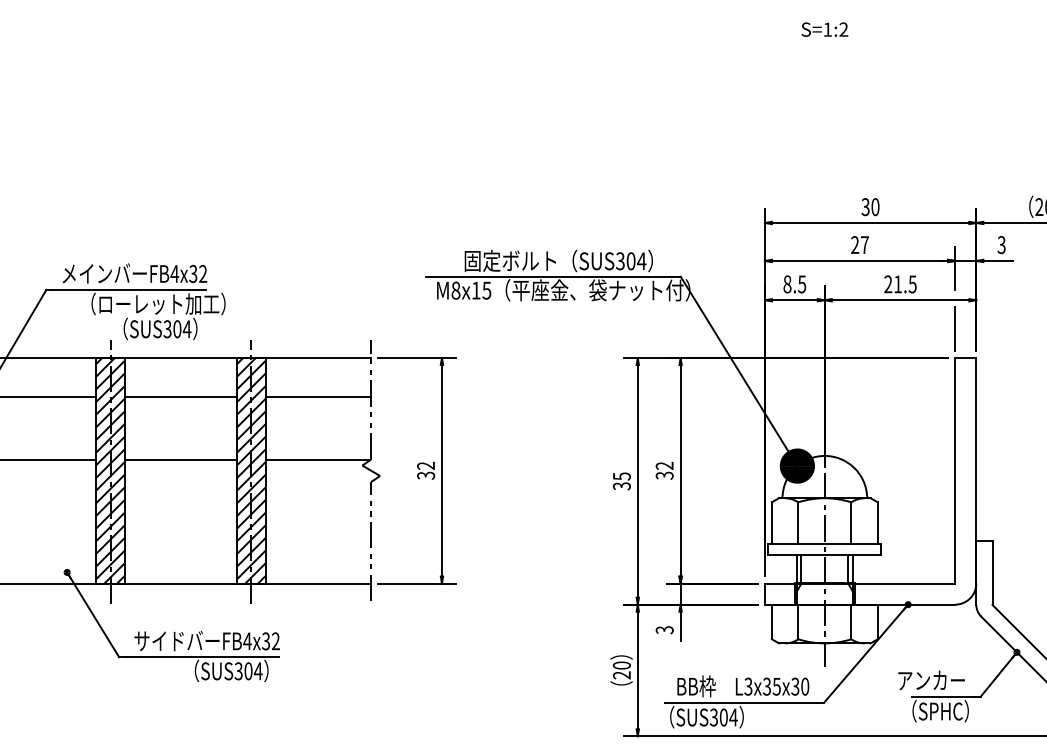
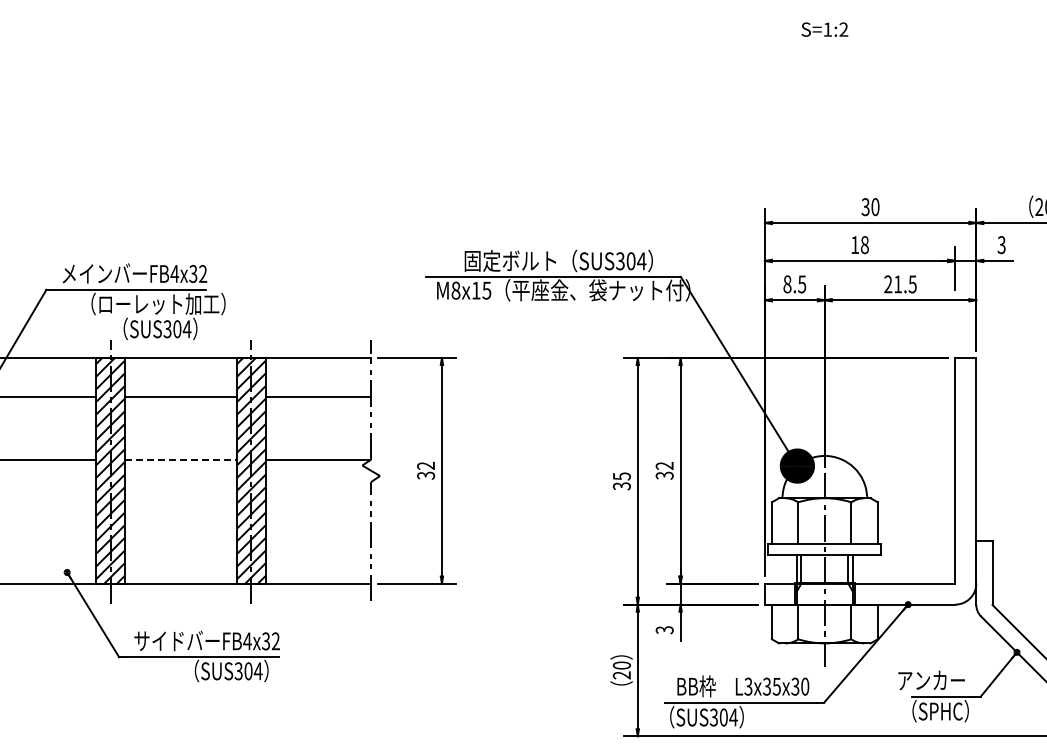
text at (859, 245): 27 -> 18
line at (955, 328): present -> none
line at (181, 460): solid -> dashed
